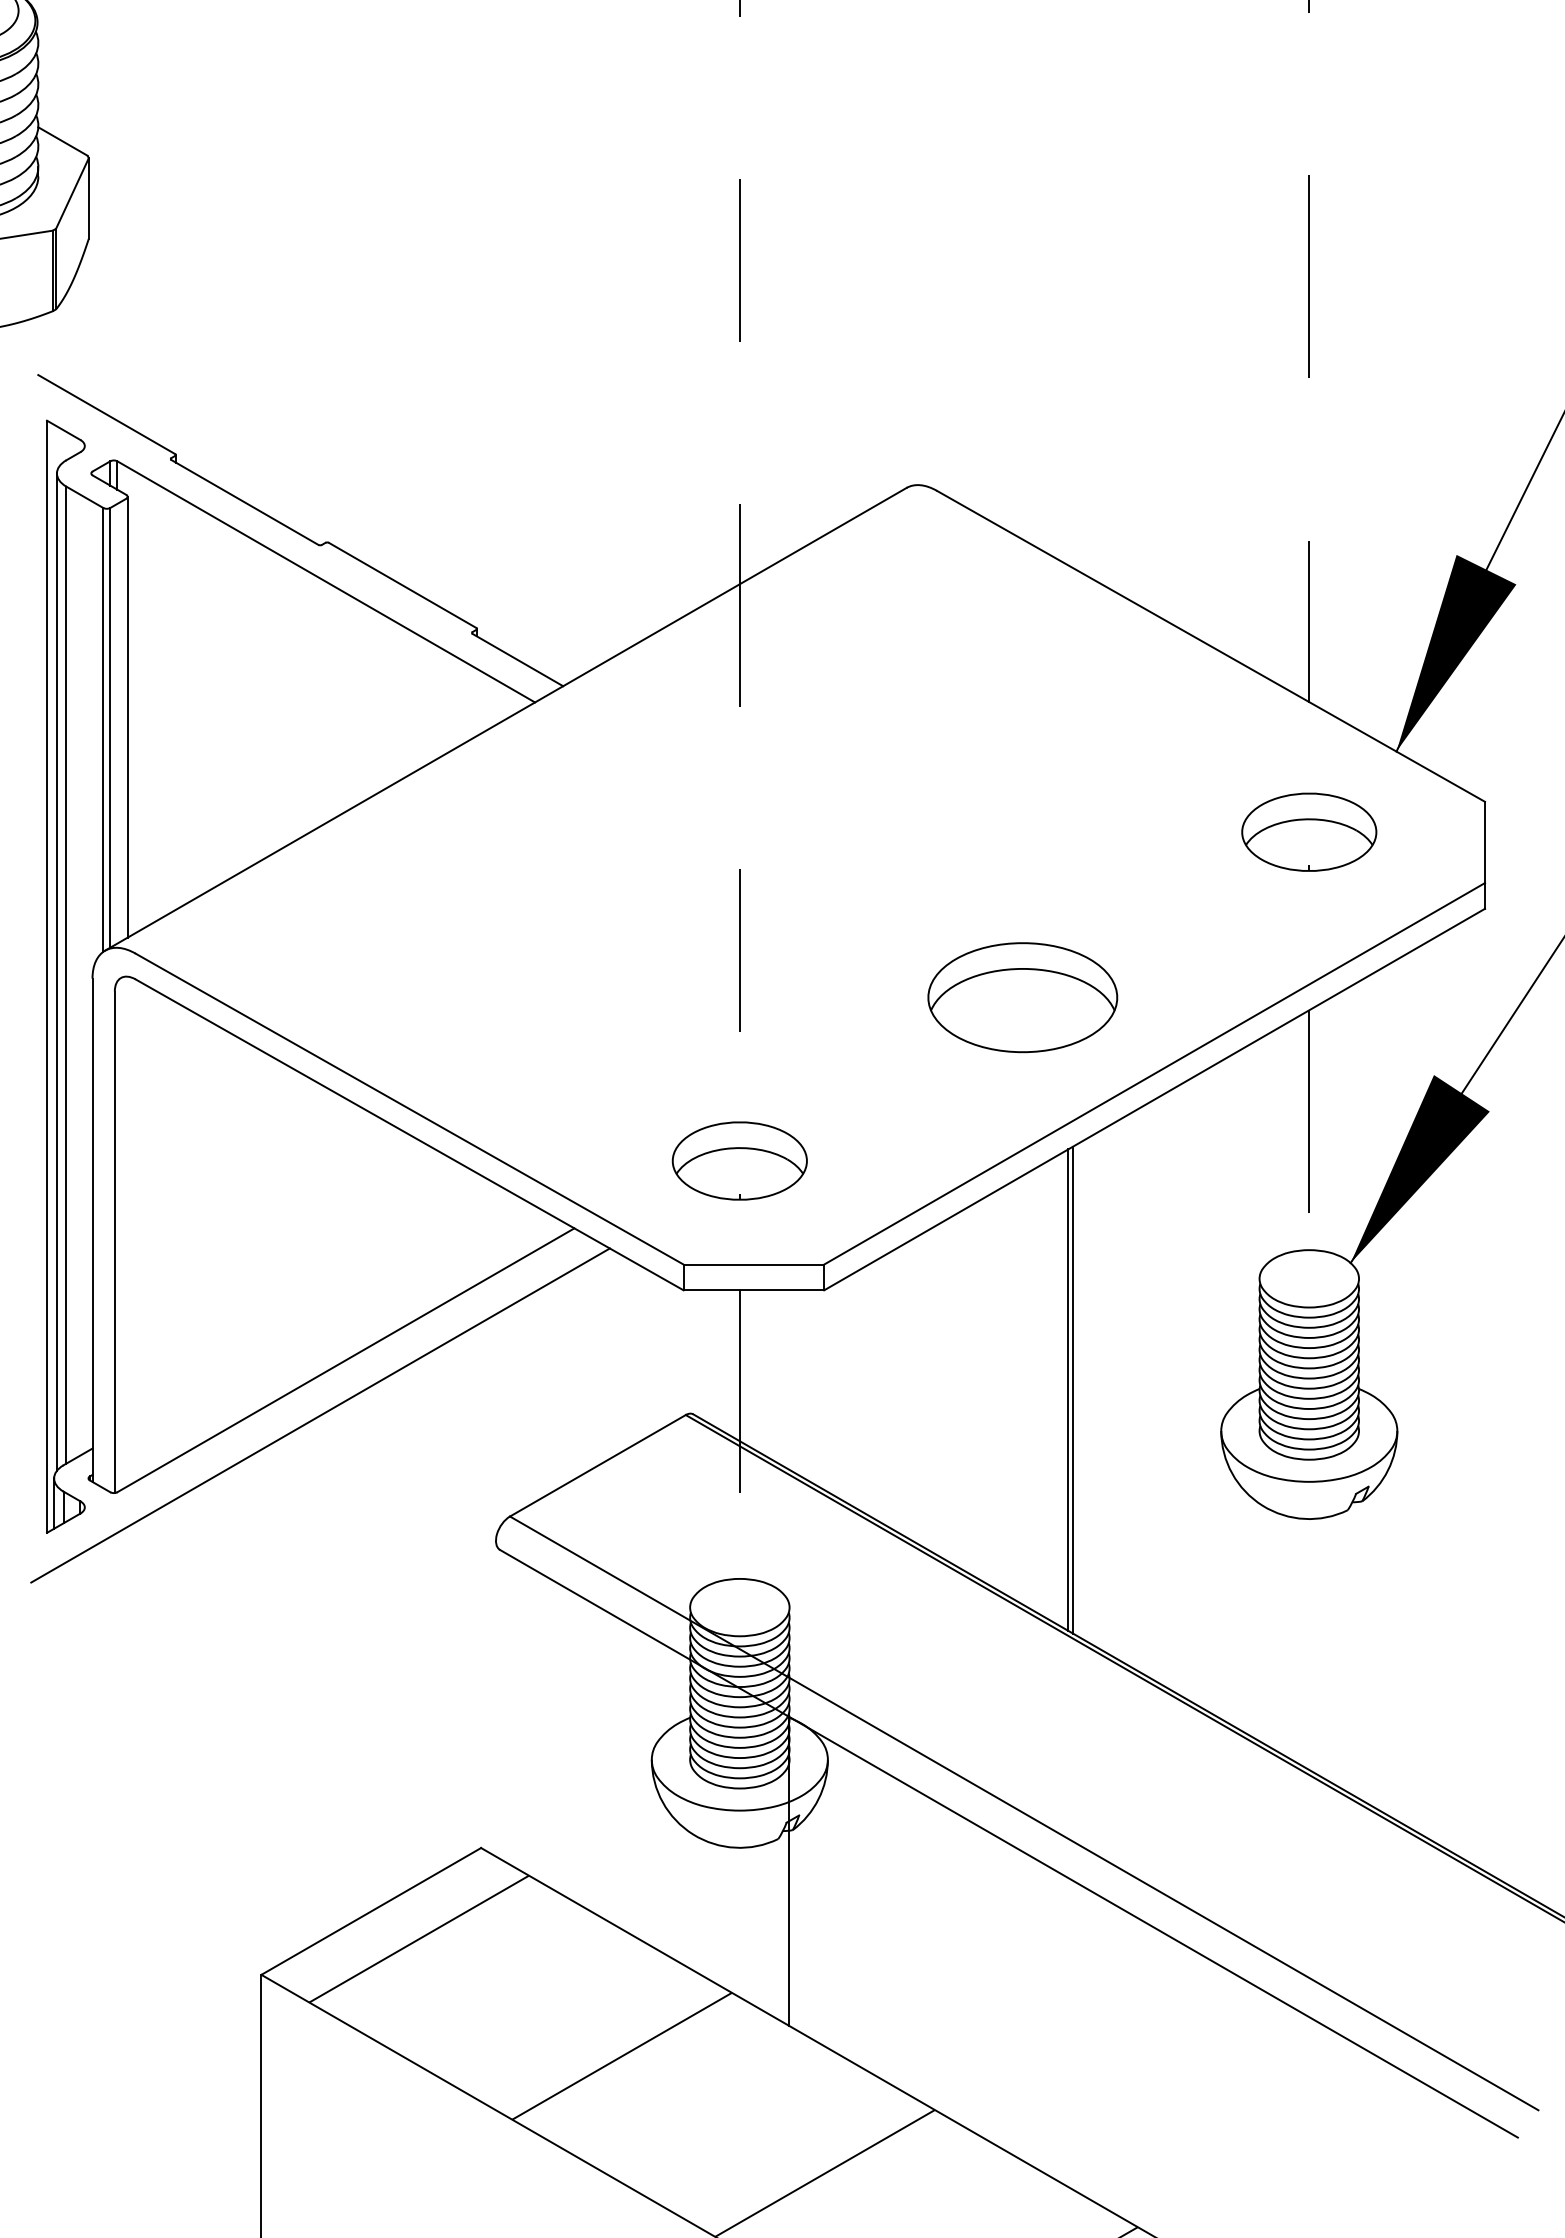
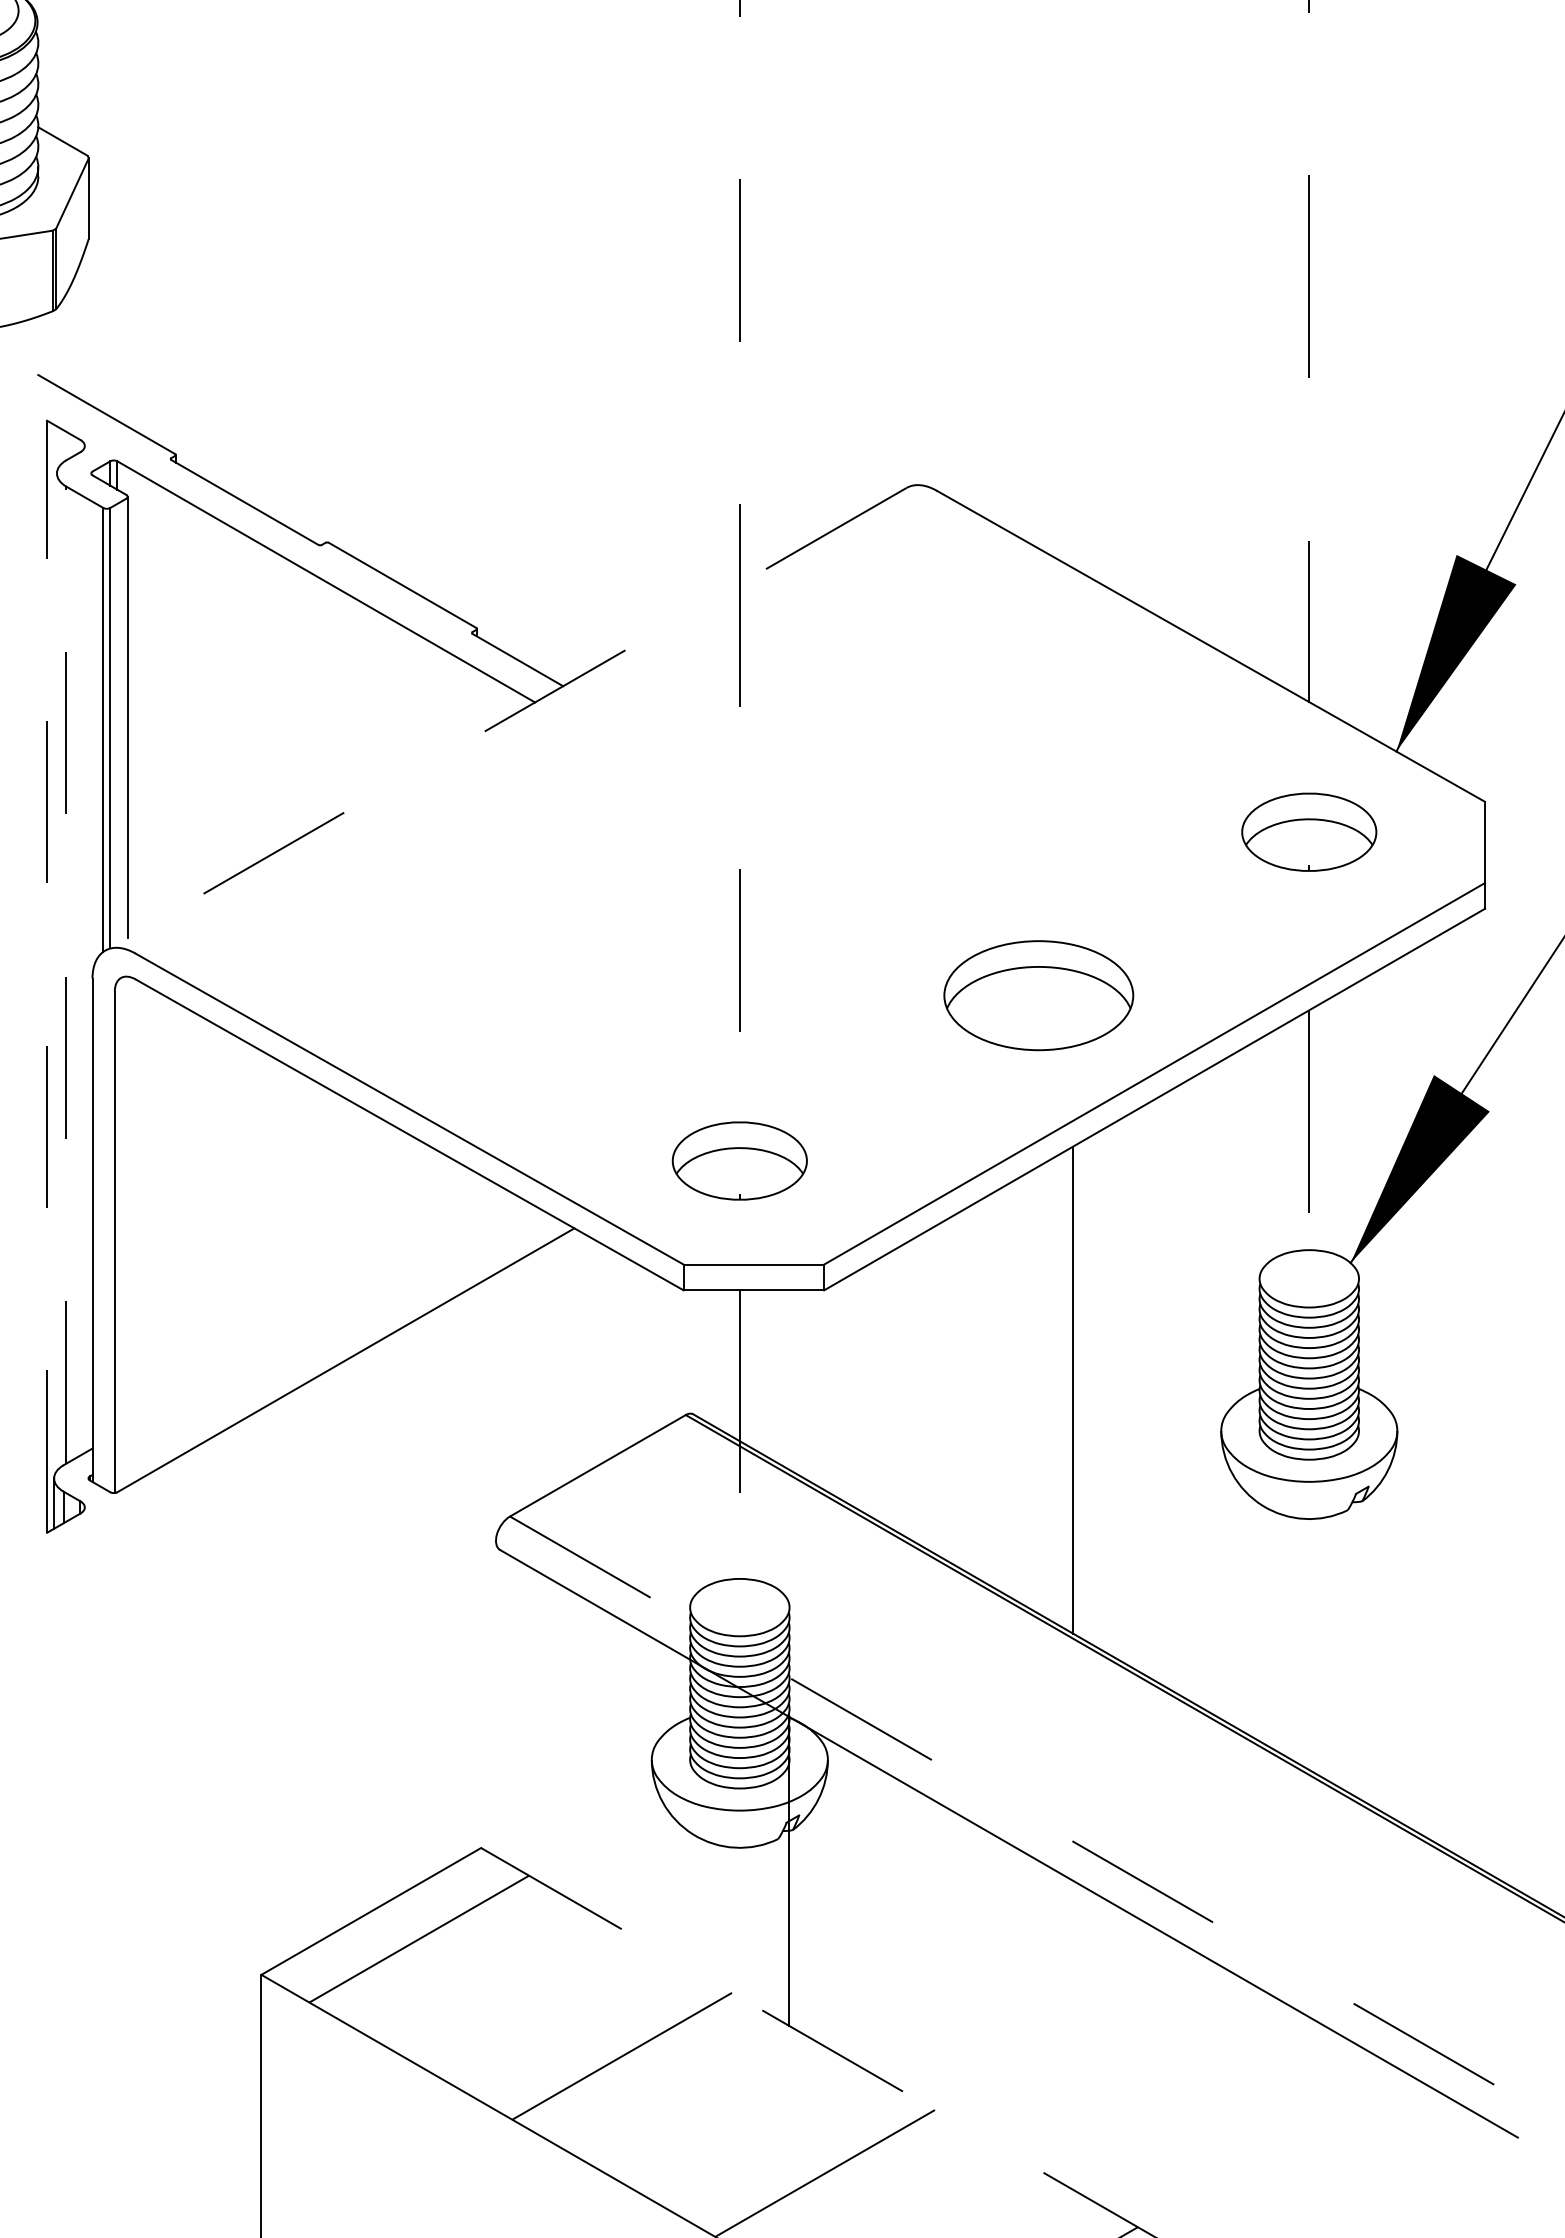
line at (505, 719): solid -> dashed
line at (56, 971): present -> none
line at (66, 974): solid -> dashed
line at (47, 976): solid -> dashed
part at (1022, 997) position: (1022, 997) -> (1038, 995)
line at (1068, 1389): present -> none
line at (320, 1415): present -> none
line at (1024, 1813): solid -> dashed
line at (818, 2042): solid -> dashed
